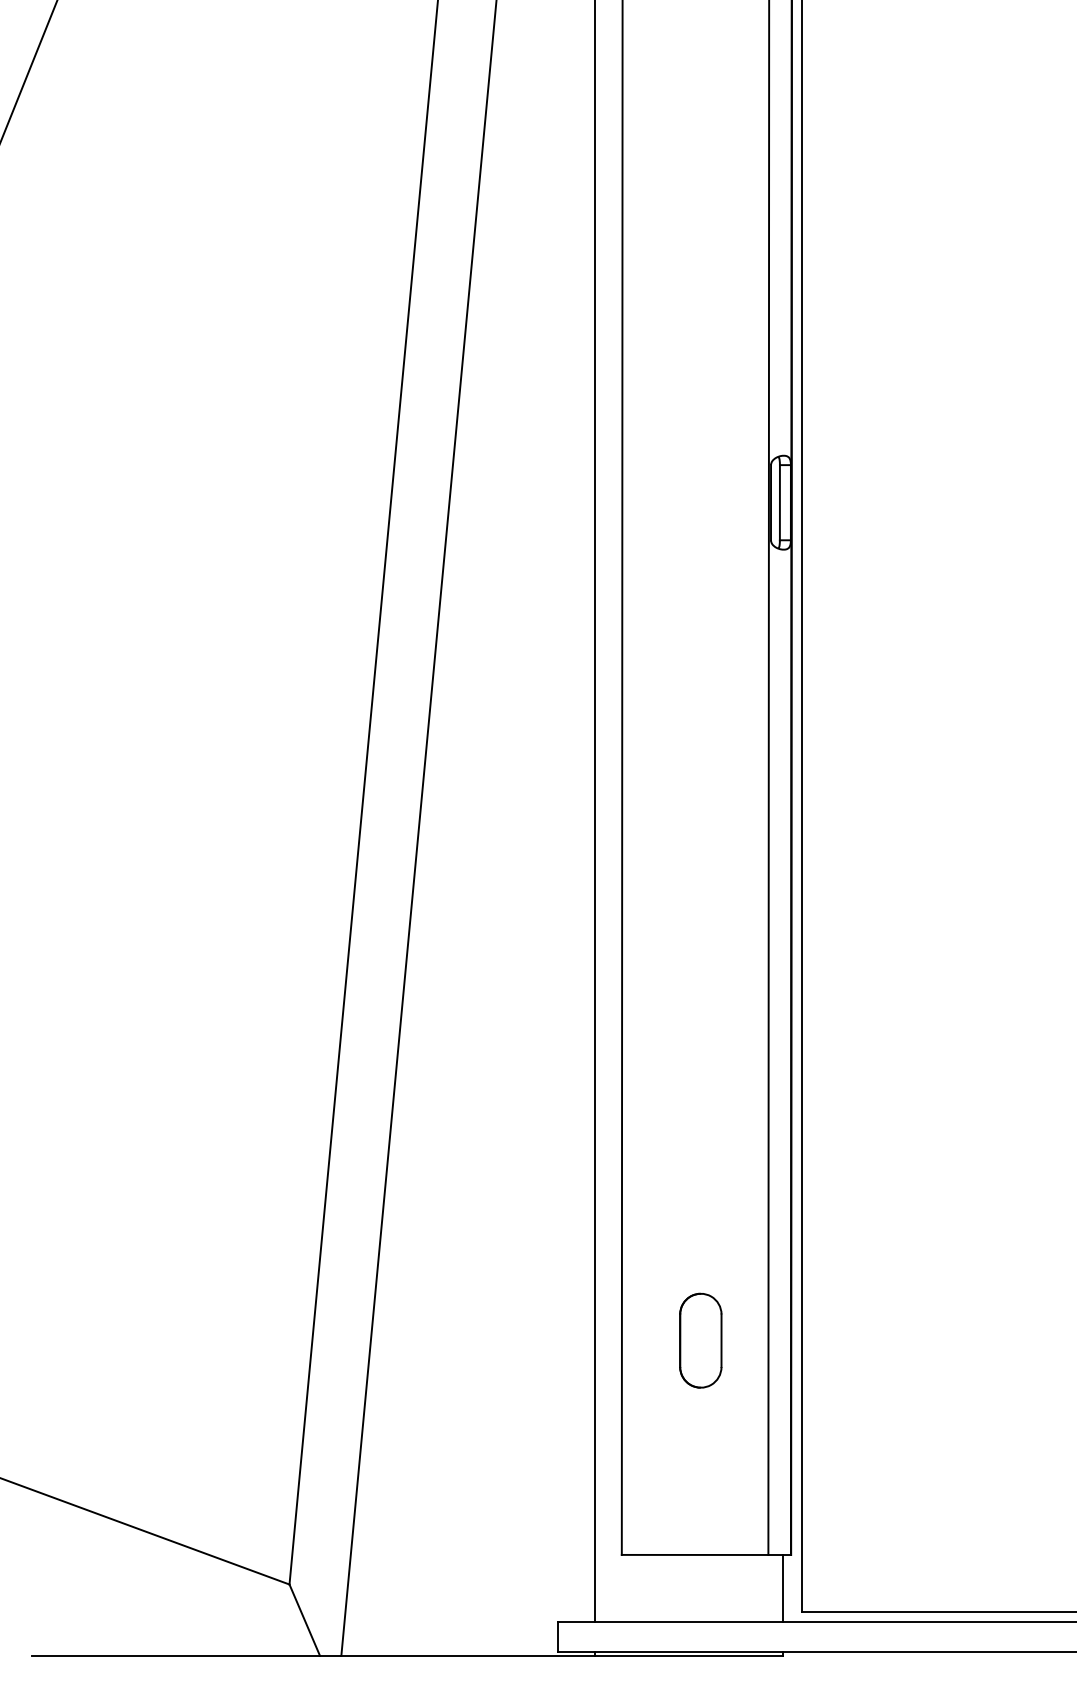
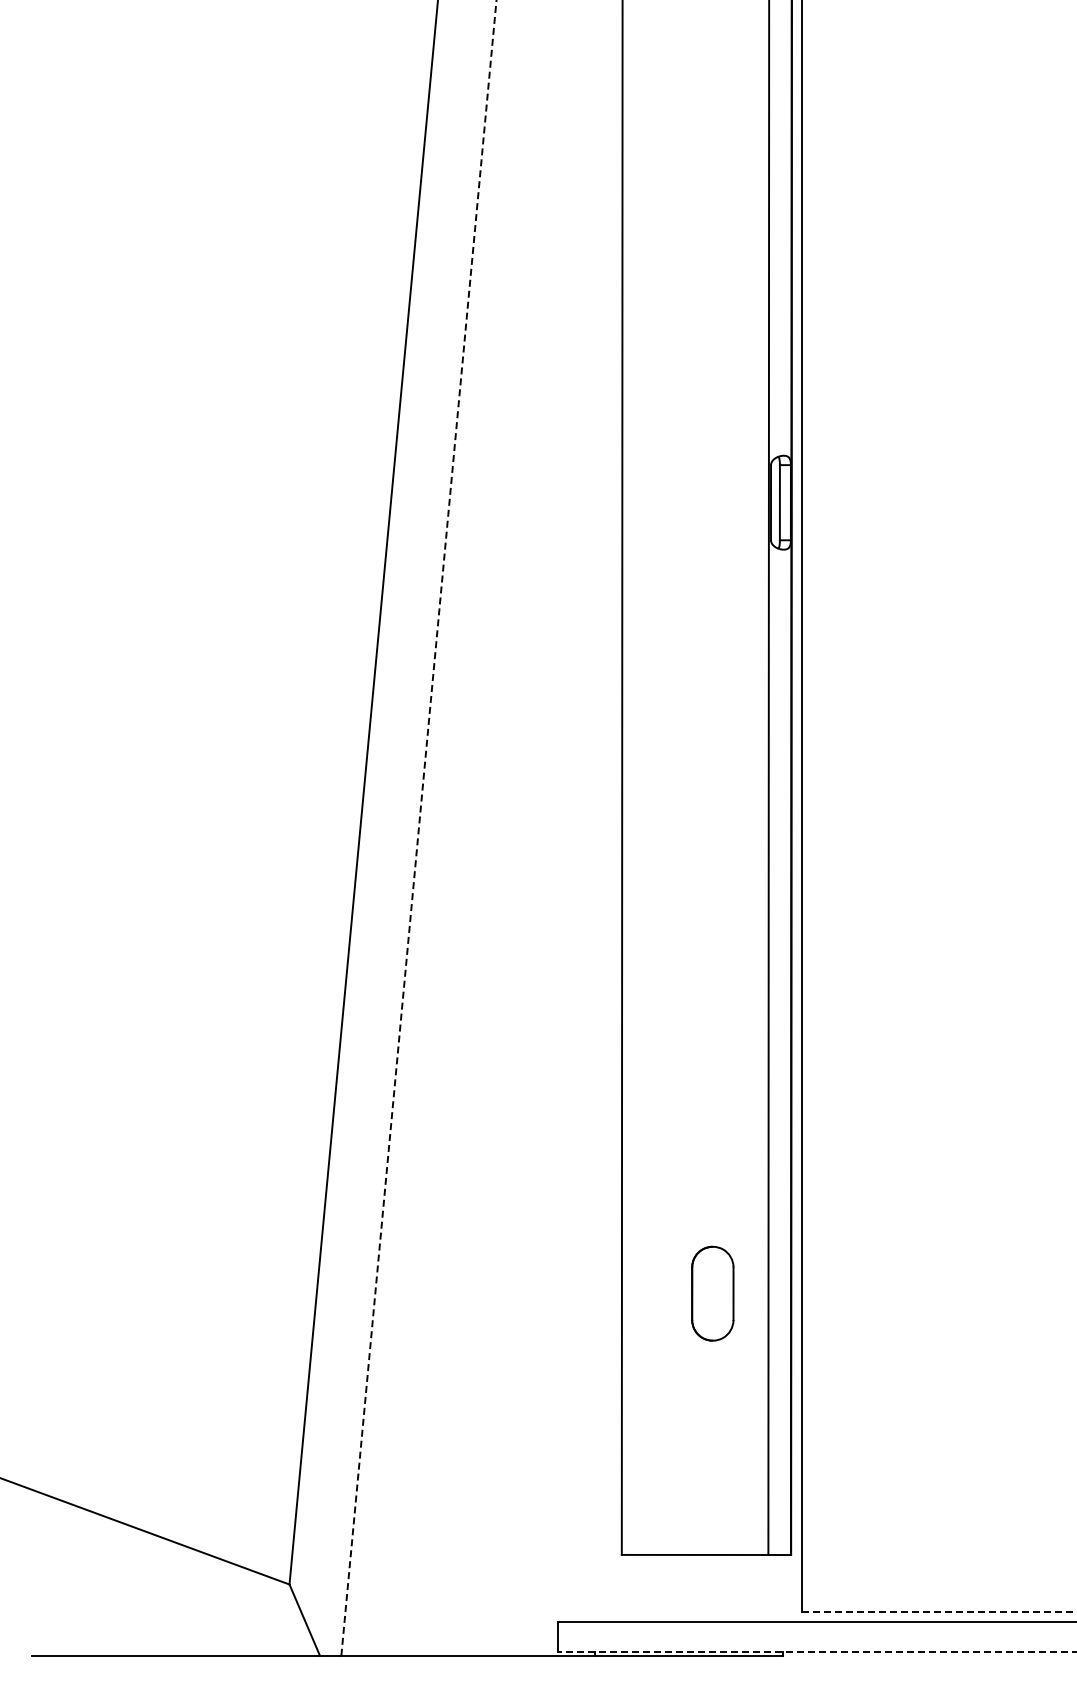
line at (29, 70): present -> none
line at (594, 811): present -> none
line at (418, 827): solid -> dashed
part at (700, 1340) position: (700, 1340) -> (712, 1293)
line at (782, 1588): present -> none
line at (939, 1612): solid -> dashed
line at (817, 1651): solid -> dashed
